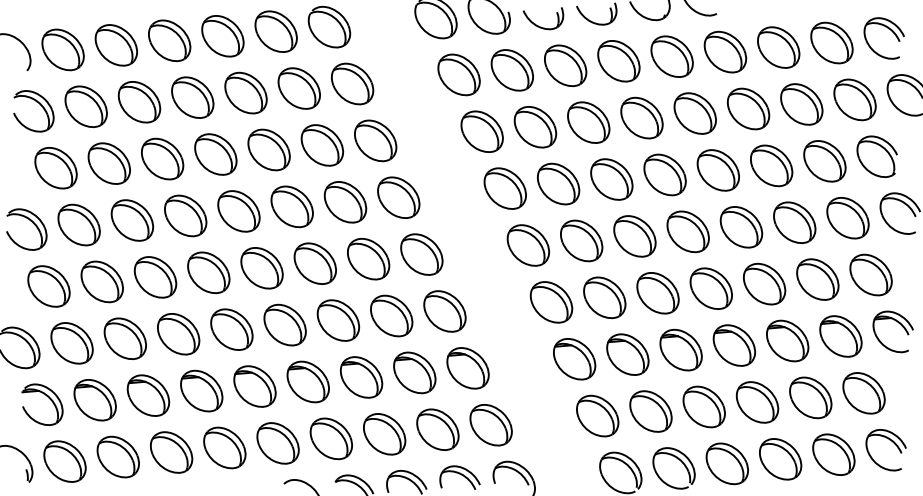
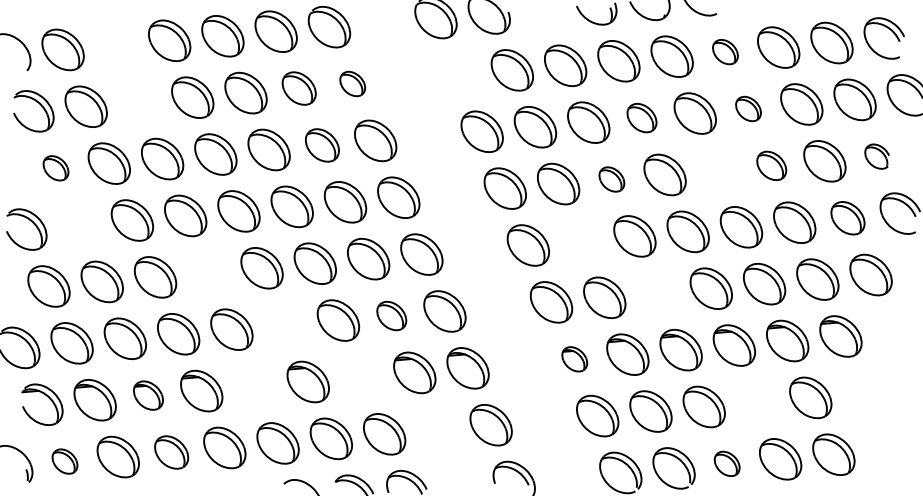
part at (541, 26): present -> none
part at (116, 45): present -> none
part at (725, 51) size: 45x44 px -> 27x27 px
part at (458, 74): present -> none
part at (352, 83) size: 44x44 px -> 28x28 px
part at (298, 88) size: 44x43 px -> 36x35 px
part at (139, 102): present -> none
part at (748, 108) size: 45x44 px -> 27x28 px
part at (641, 117) size: 44x44 px -> 32x32 px
part at (322, 145) size: 45x43 px -> 35x35 px
part at (876, 156) size: 42x43 px -> 26x27 px
part at (771, 165) size: 44x44 px -> 32x31 px
part at (55, 168) size: 44x43 px -> 28x27 px
part at (717, 170): present -> none
part at (611, 179) size: 44x43 px -> 28x27 px
part at (847, 218) size: 44x43 px -> 36x35 px
part at (78, 224): present -> none
part at (581, 240): present -> none
part at (208, 272): present -> none
part at (657, 293): present -> none
part at (391, 315) size: 44x44 px -> 32x32 px
part at (284, 324): present -> none
part at (899, 324): present -> none
part at (574, 359) size: 44x43 px -> 28x27 px
part at (361, 377): present -> none
part at (254, 386): present -> none
part at (863, 393): present -> none
part at (148, 395) size: 45x43 px -> 31x31 px
part at (757, 402): present -> none
part at (437, 429): present -> none
part at (892, 442): present -> none
part at (171, 452) size: 44x43 px -> 36x35 px
part at (64, 461) size: 44x43 px -> 28x27 px
part at (726, 463) size: 44x44 px -> 28x27 px
part at (459, 477): present -> none
